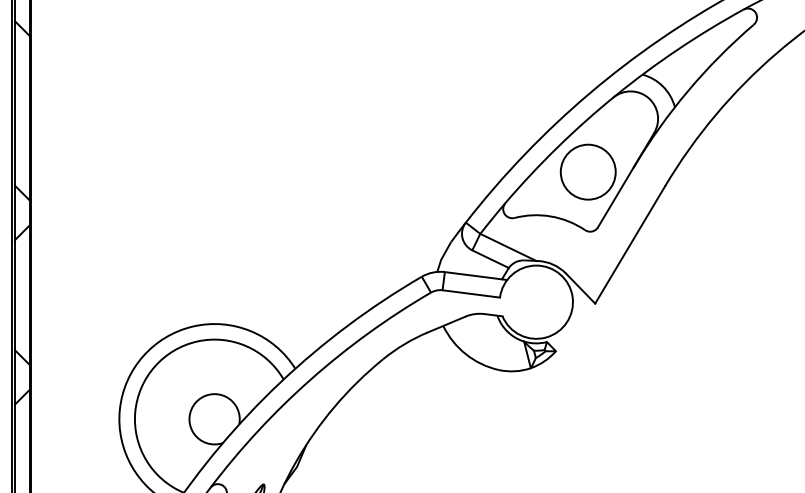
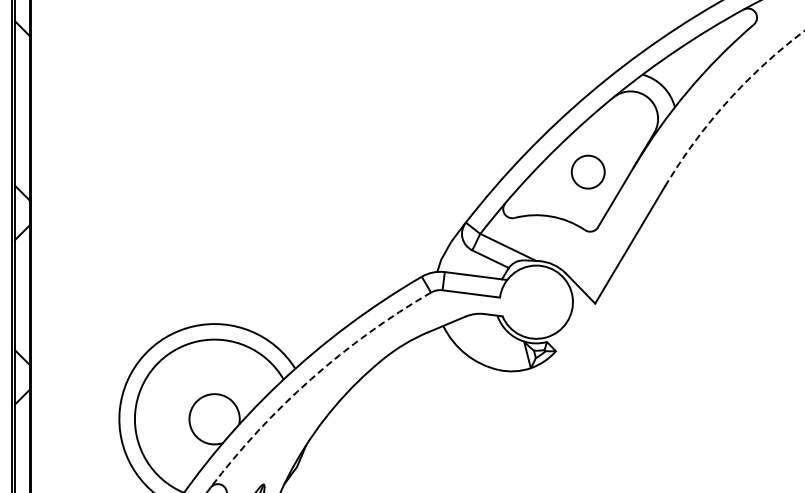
arc at (728, 100): solid -> dashed
circle at (587, 171) diameter: 55 px -> 33 px
arc at (311, 379): solid -> dashed
